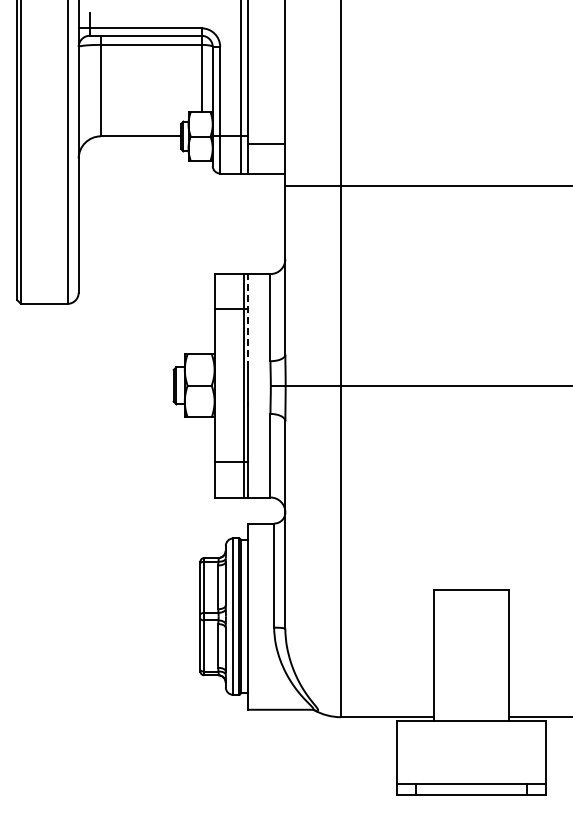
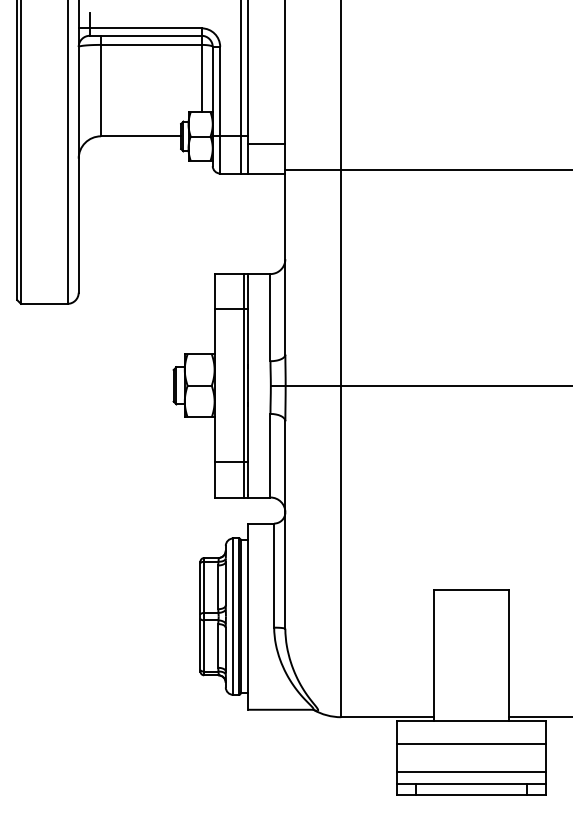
line at (427, 185) position: (427, 185) -> (427, 169)
line at (248, 322): dashed -> solid
line at (471, 744): none -> present
line at (471, 771): none -> present
